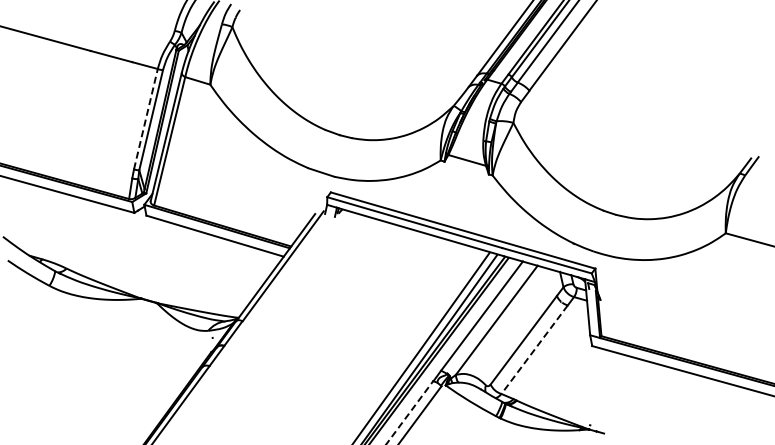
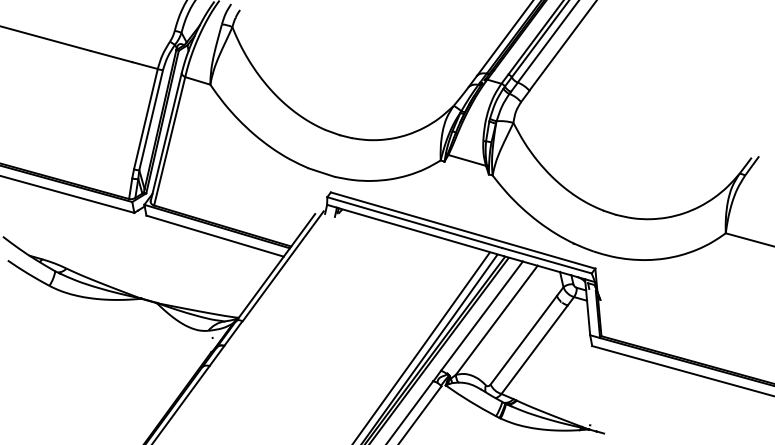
line at (145, 119): dashed -> solid
line at (534, 350): dashed -> solid
line at (410, 412): dashed -> solid
